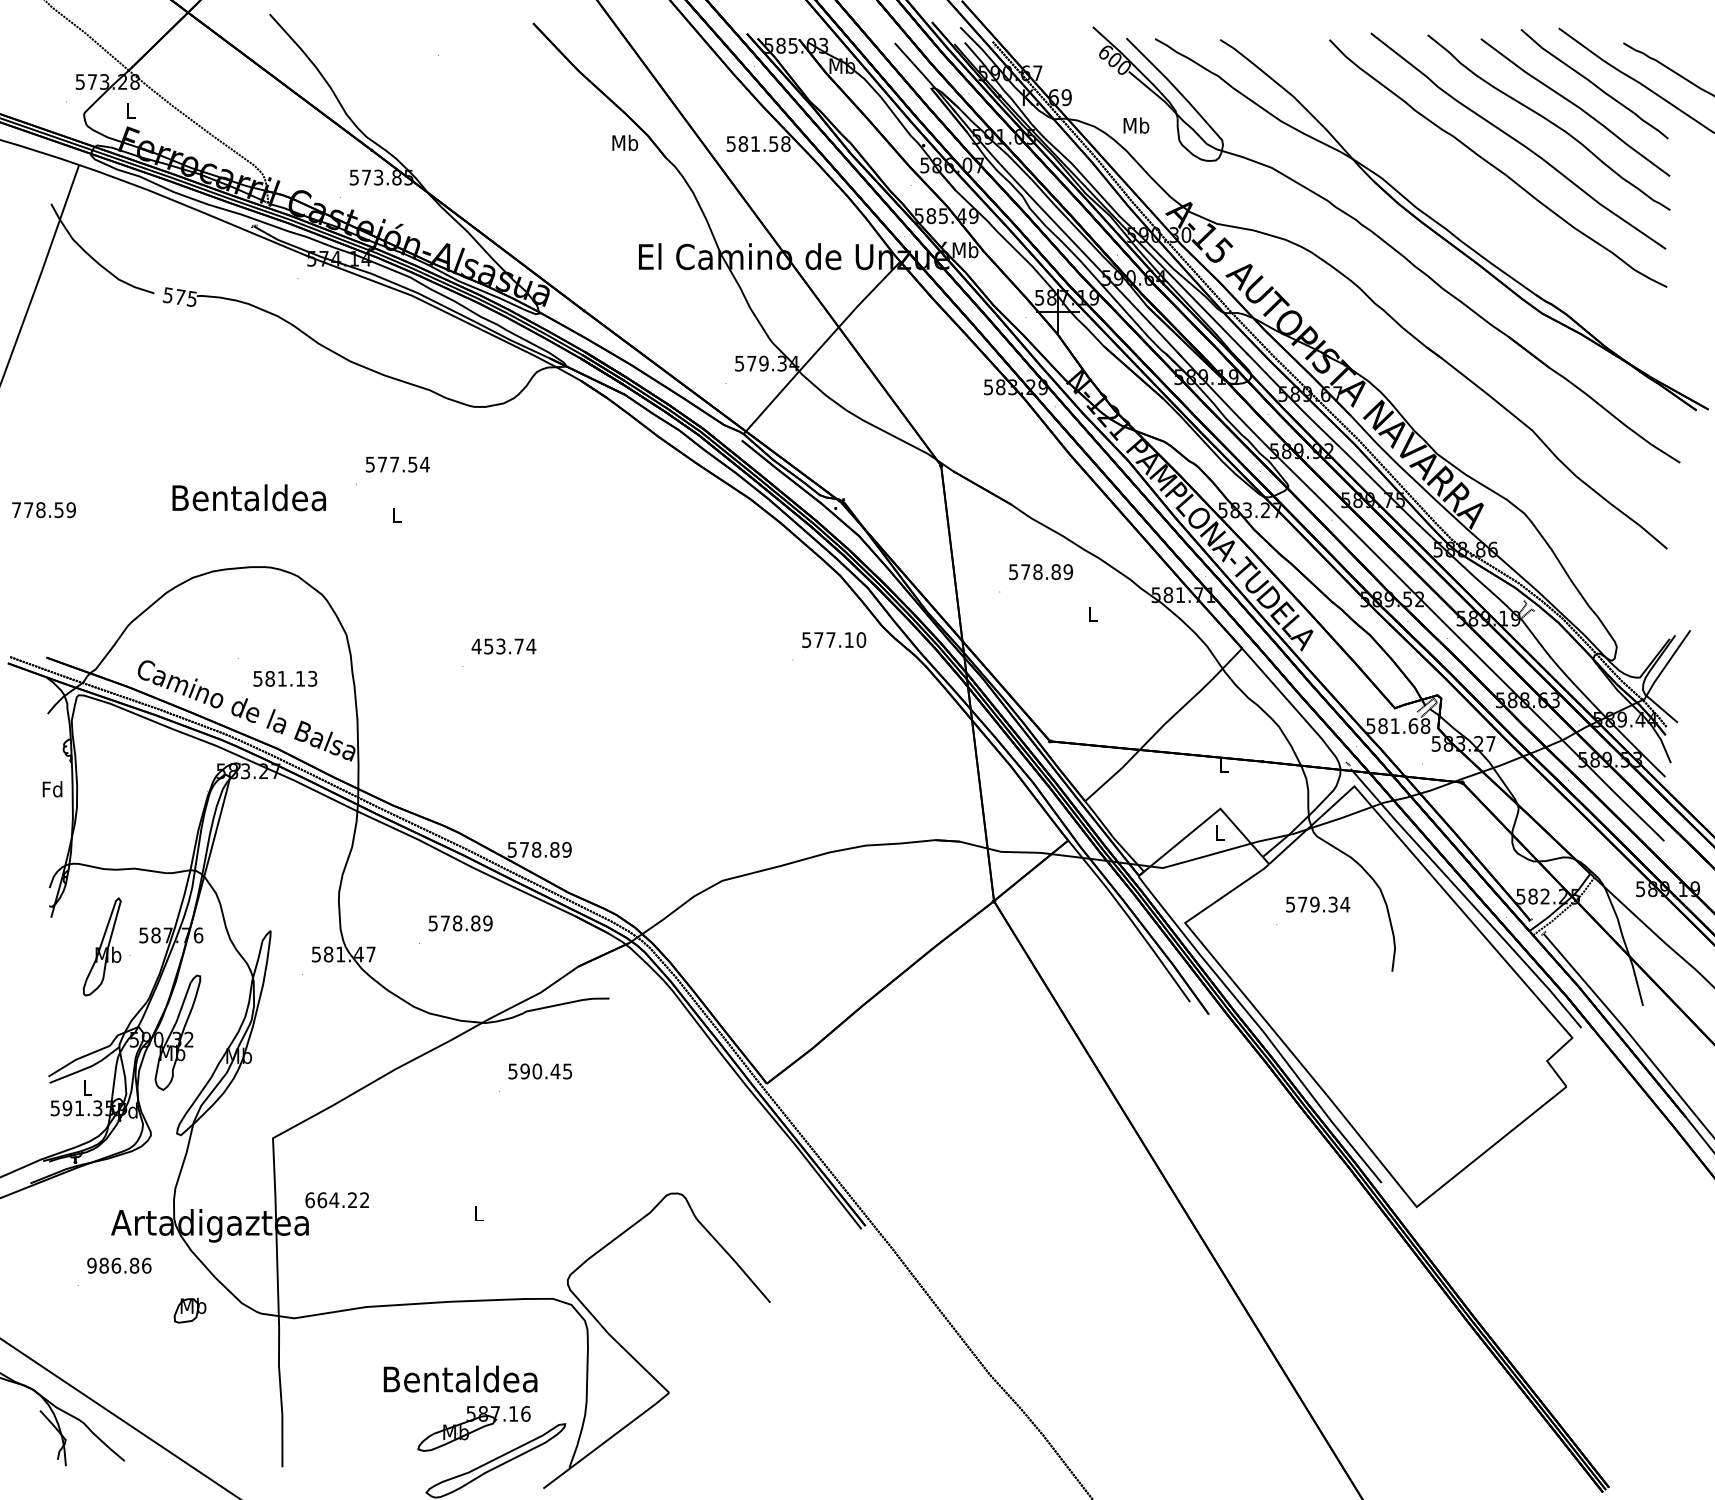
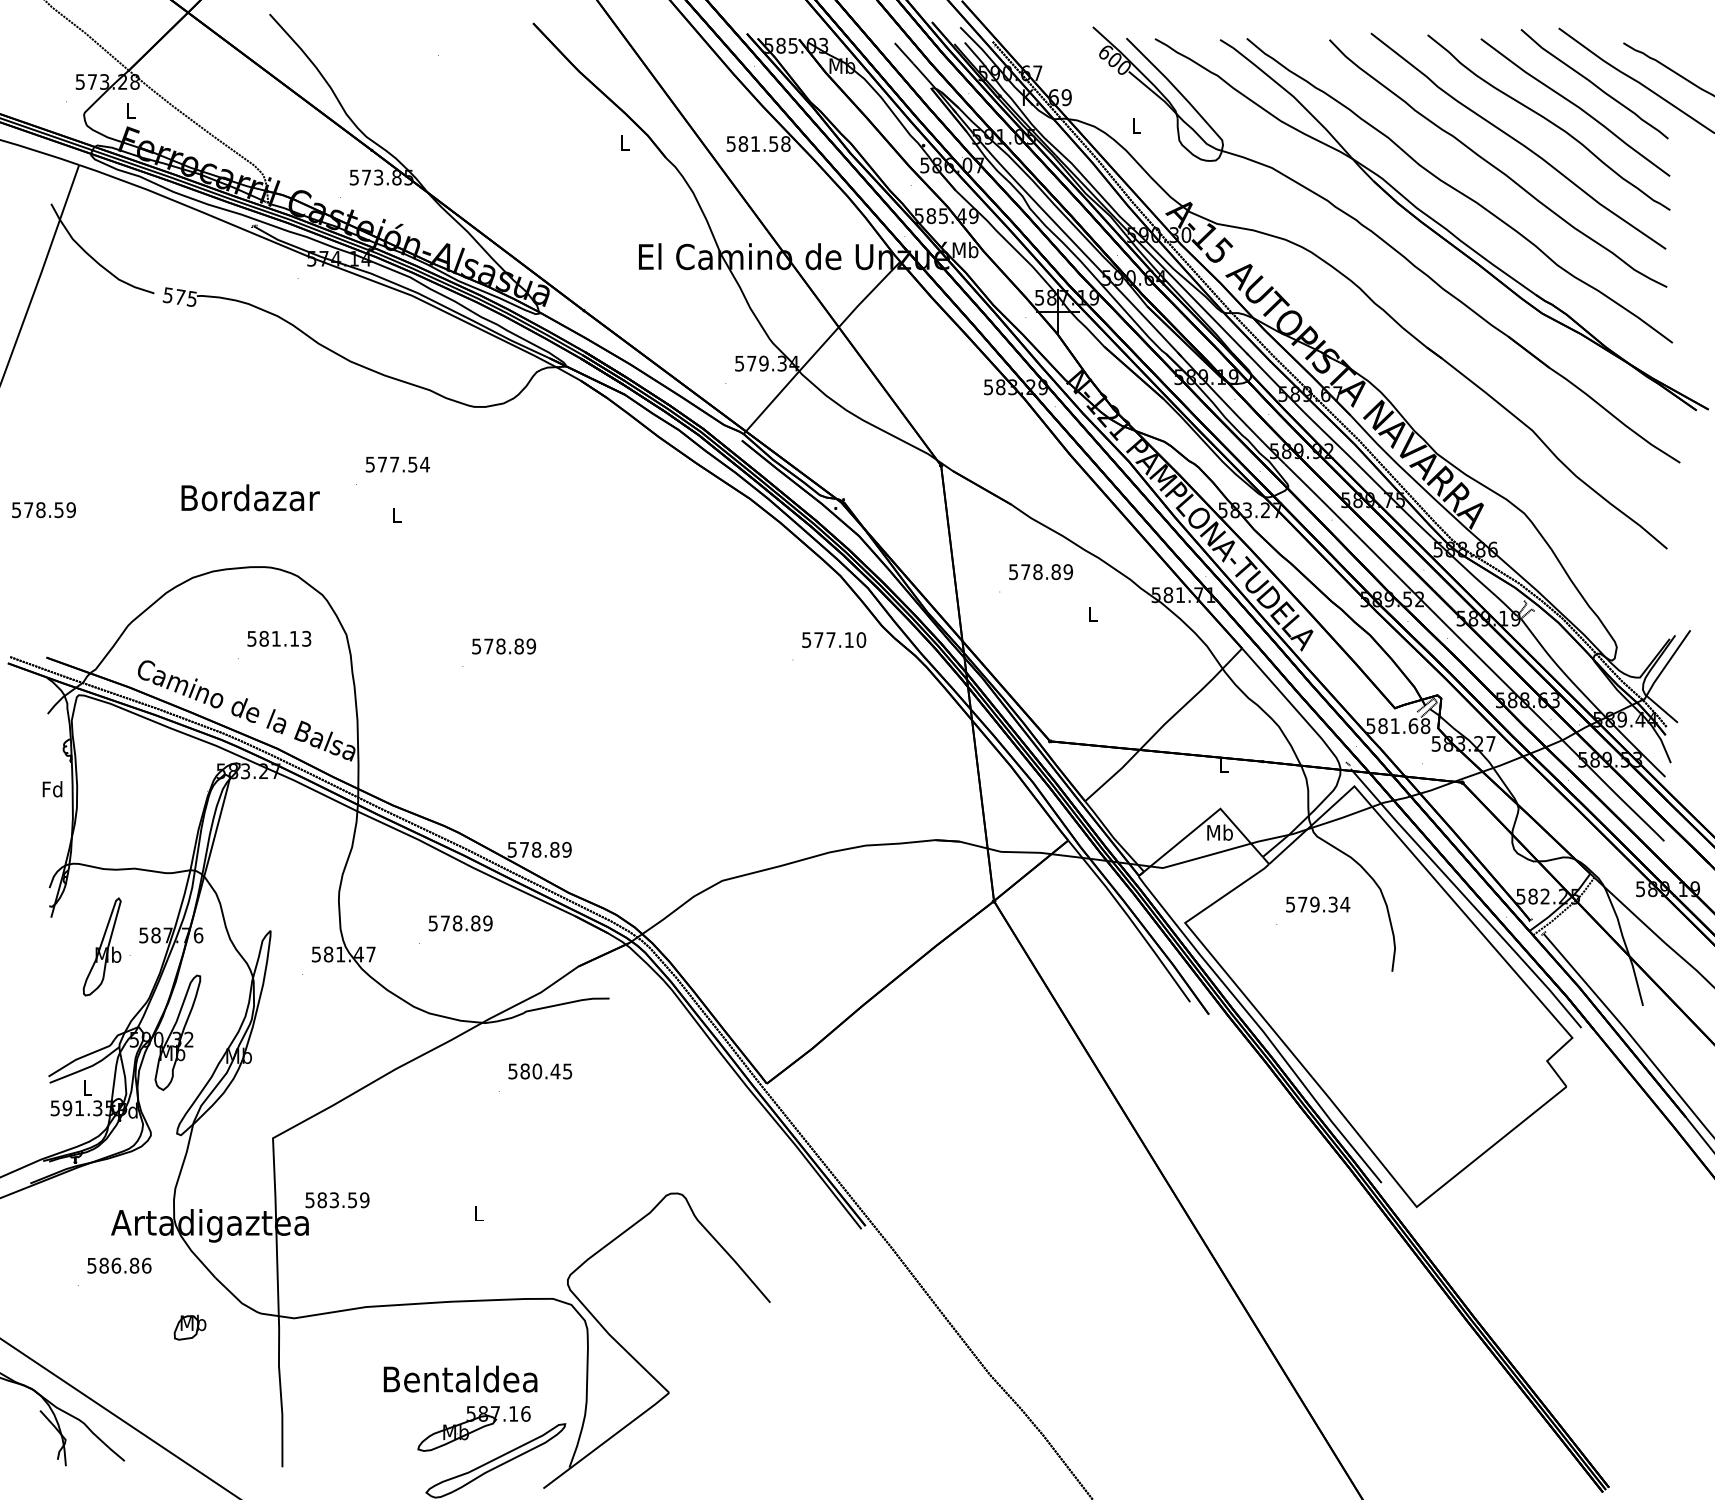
text at (1136, 125): Mb -> L
text at (625, 142): Mb -> L
curve at (1459, 190): none -> present
text at (249, 497): Bentaldea -> Bordazar
text at (16, 510): 778.59 -> 578.59
text at (503, 646): 453.74 -> 578.89
text at (285, 678) position: (285, 678) -> (279, 638)
text at (1219, 832): L -> Mb
text at (524, 1071): 590.45 -> 580.45
text at (337, 1200): 664.22 -> 583.59
text at (91, 1265): 986.86 -> 586.86
part at (189, 1310) position: (189, 1310) -> (189, 1327)
